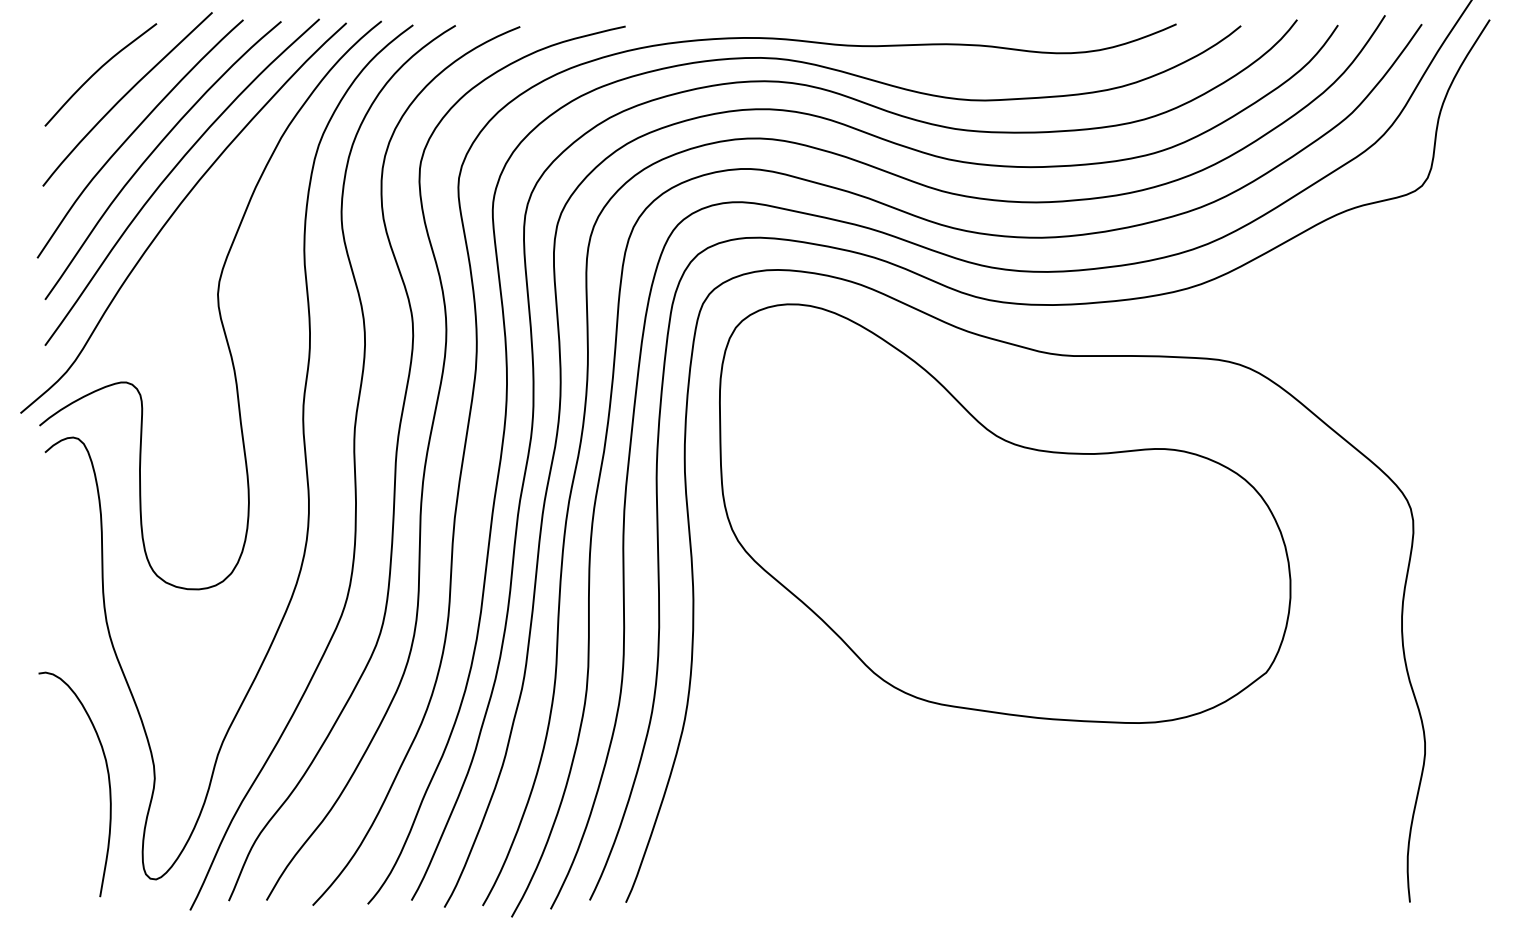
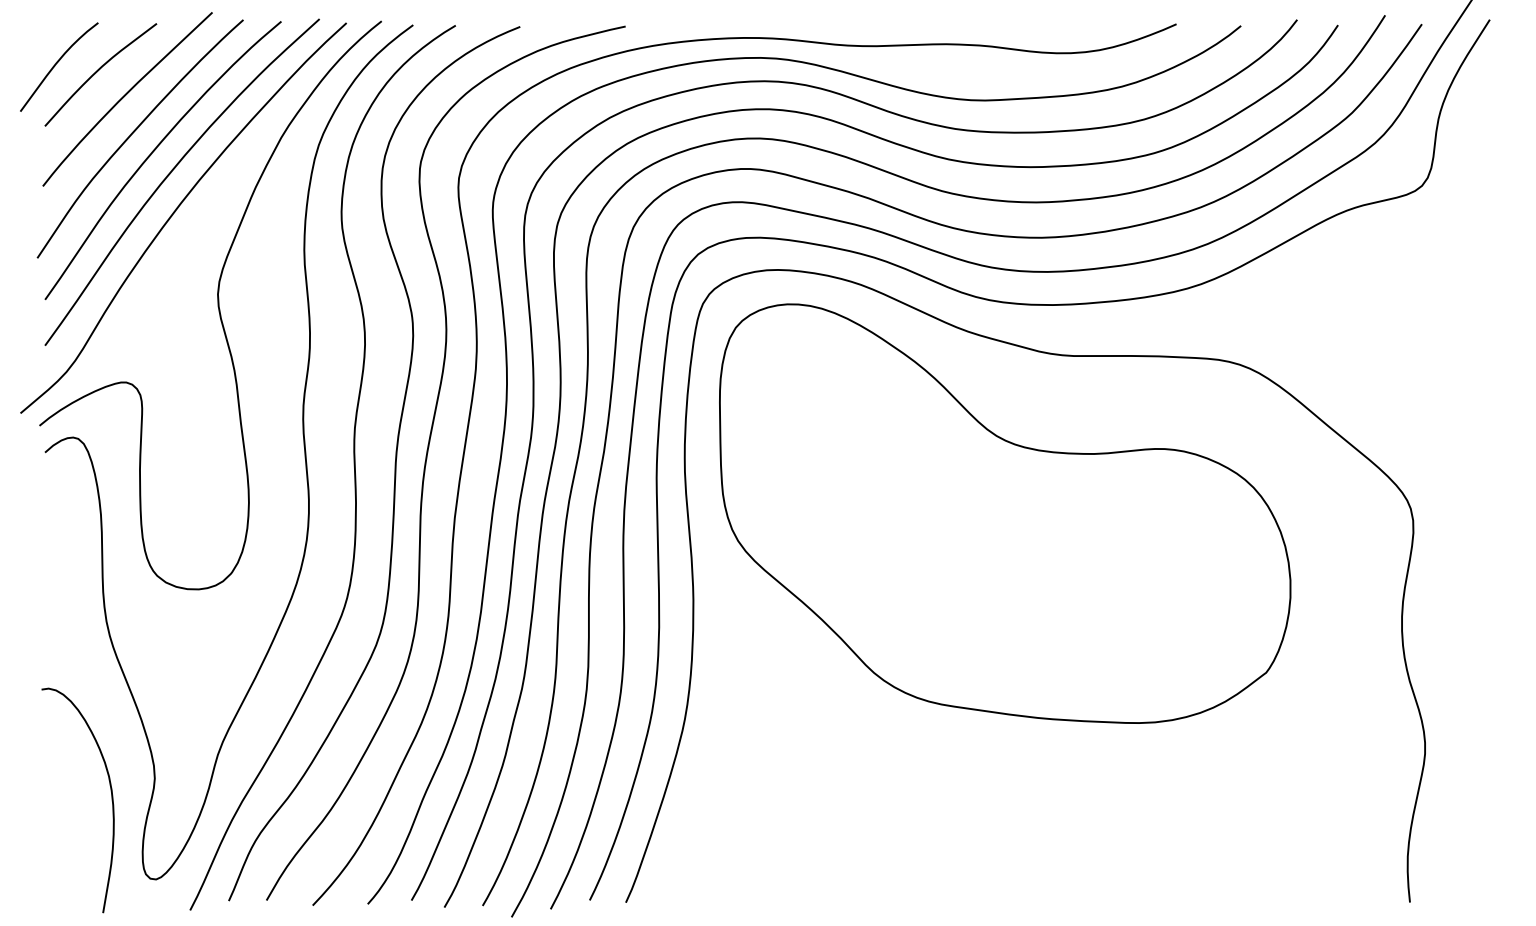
curve at (57, 63): none -> present
curve at (108, 784) position: (108, 784) -> (111, 800)
